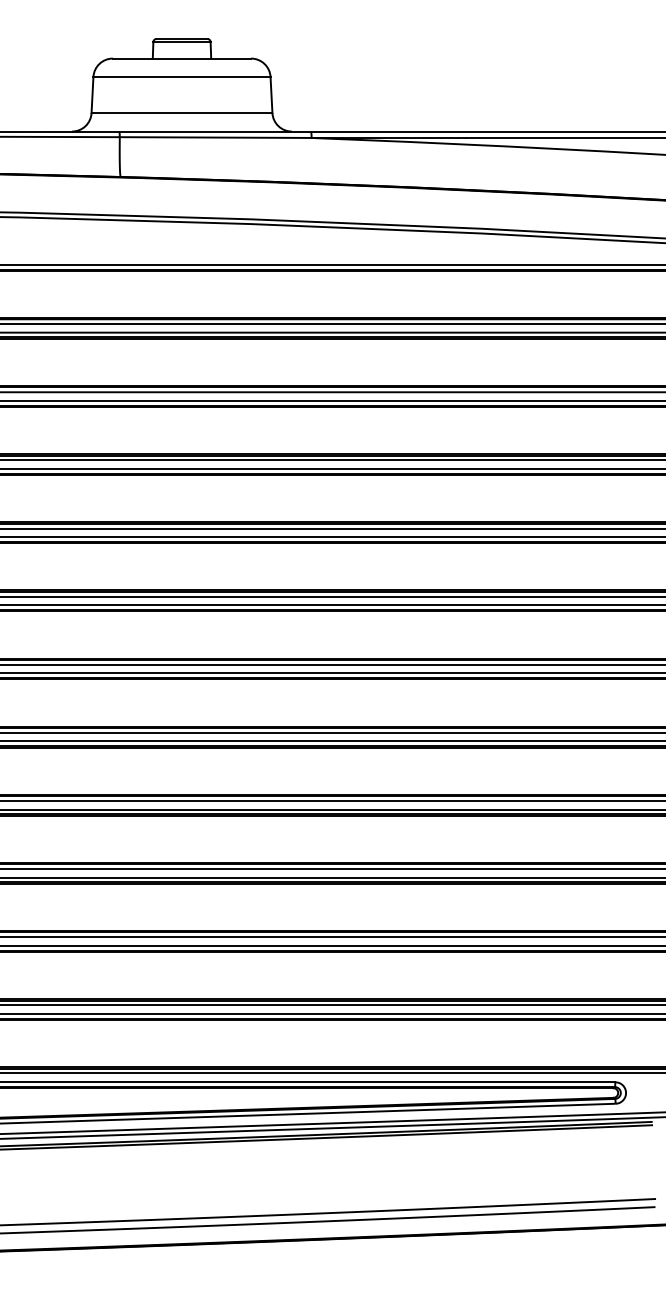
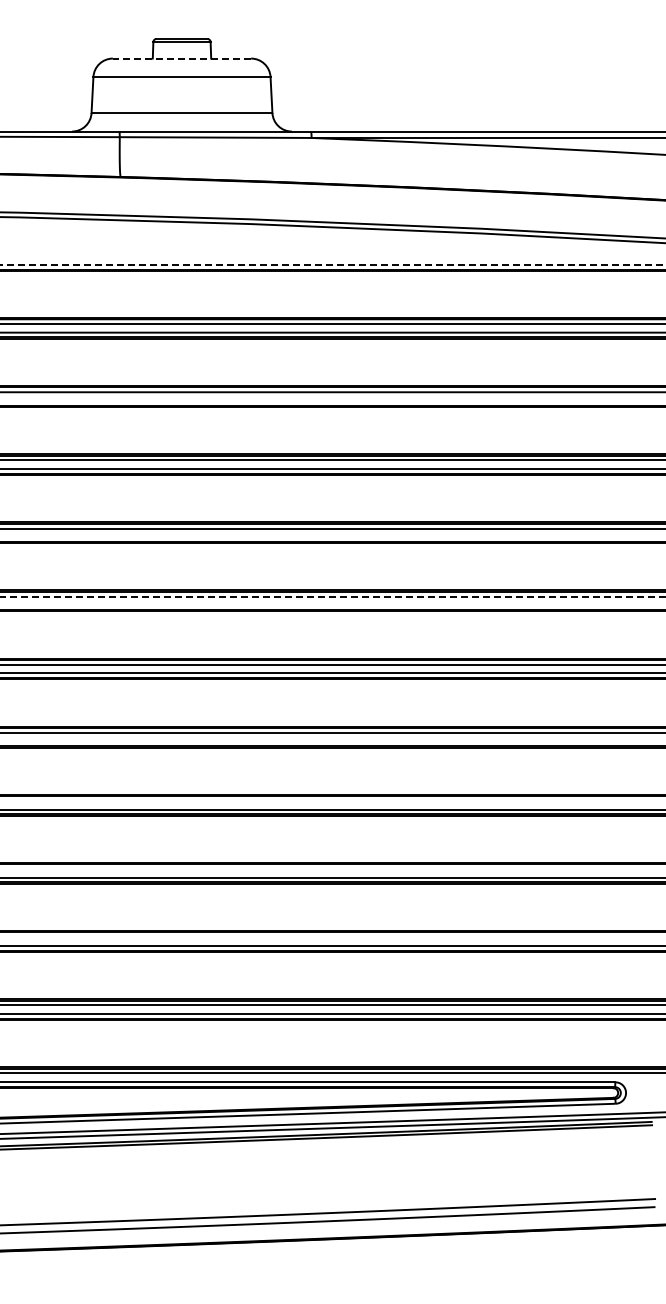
line at (181, 58): solid -> dashed
line at (333, 265): solid -> dashed
line at (332, 400): present -> none
line at (332, 537): present -> none
line at (332, 596): solid -> dashed
line at (332, 605): present -> none
line at (332, 741): present -> none
line at (332, 801): present -> none
line at (332, 869): present -> none
line at (332, 937): present -> none
